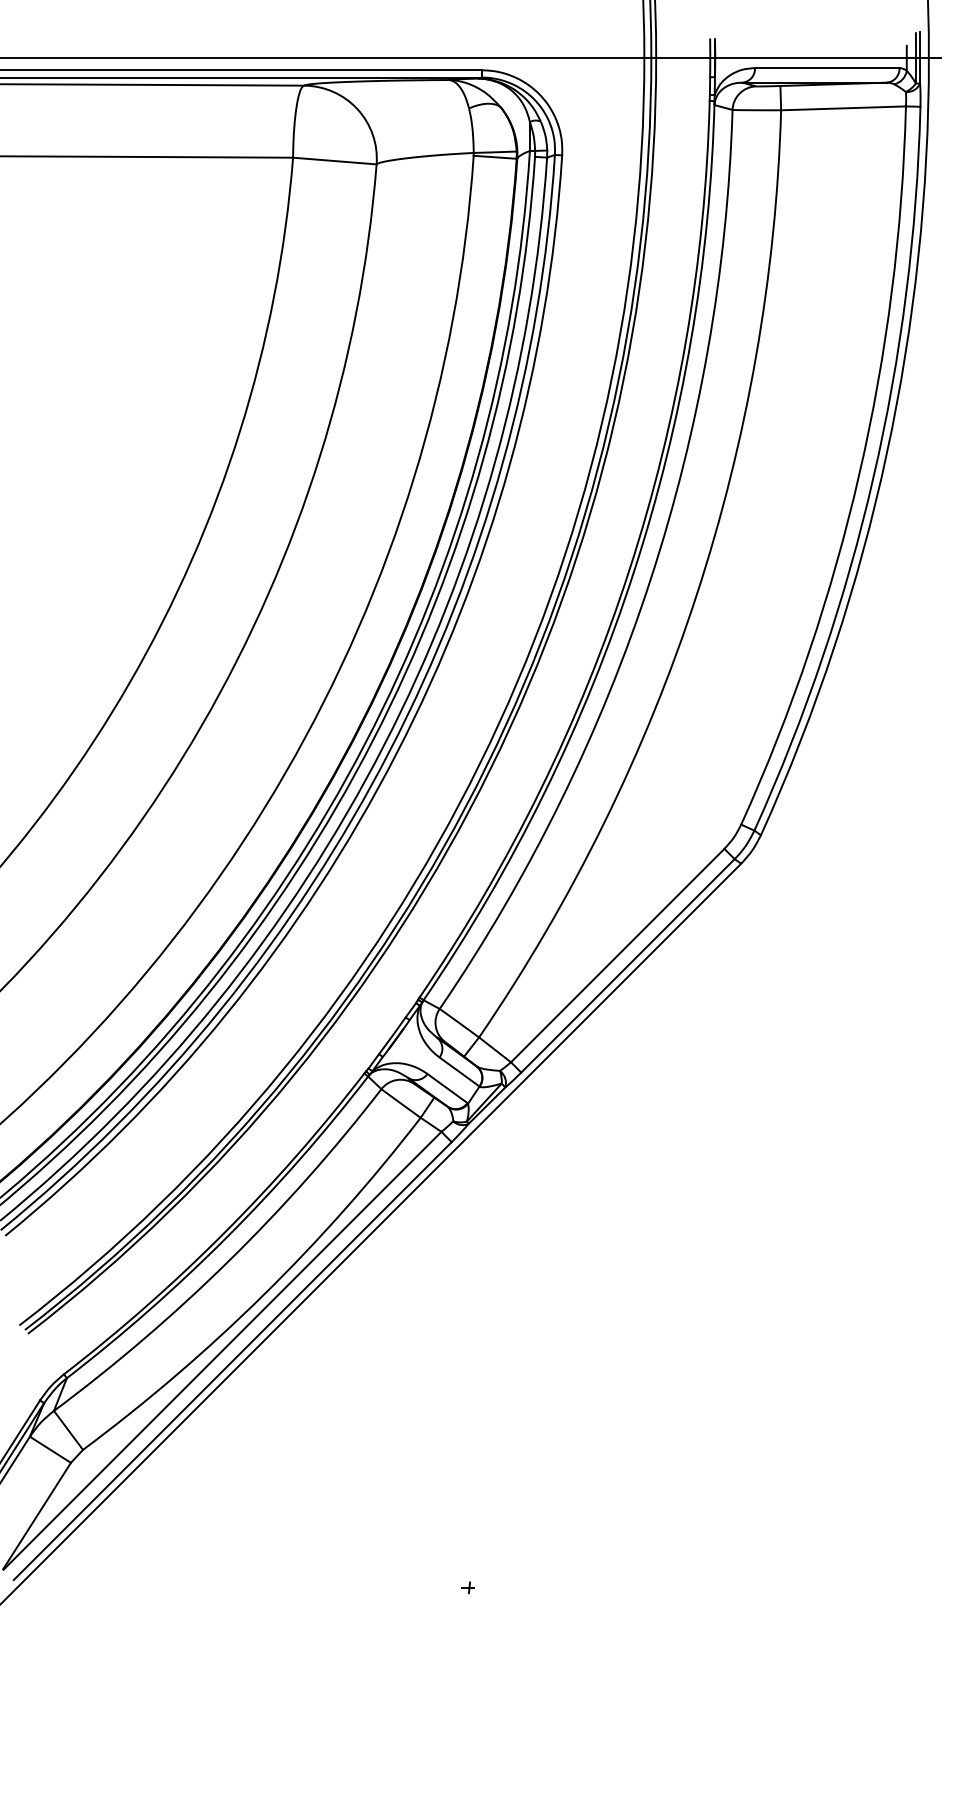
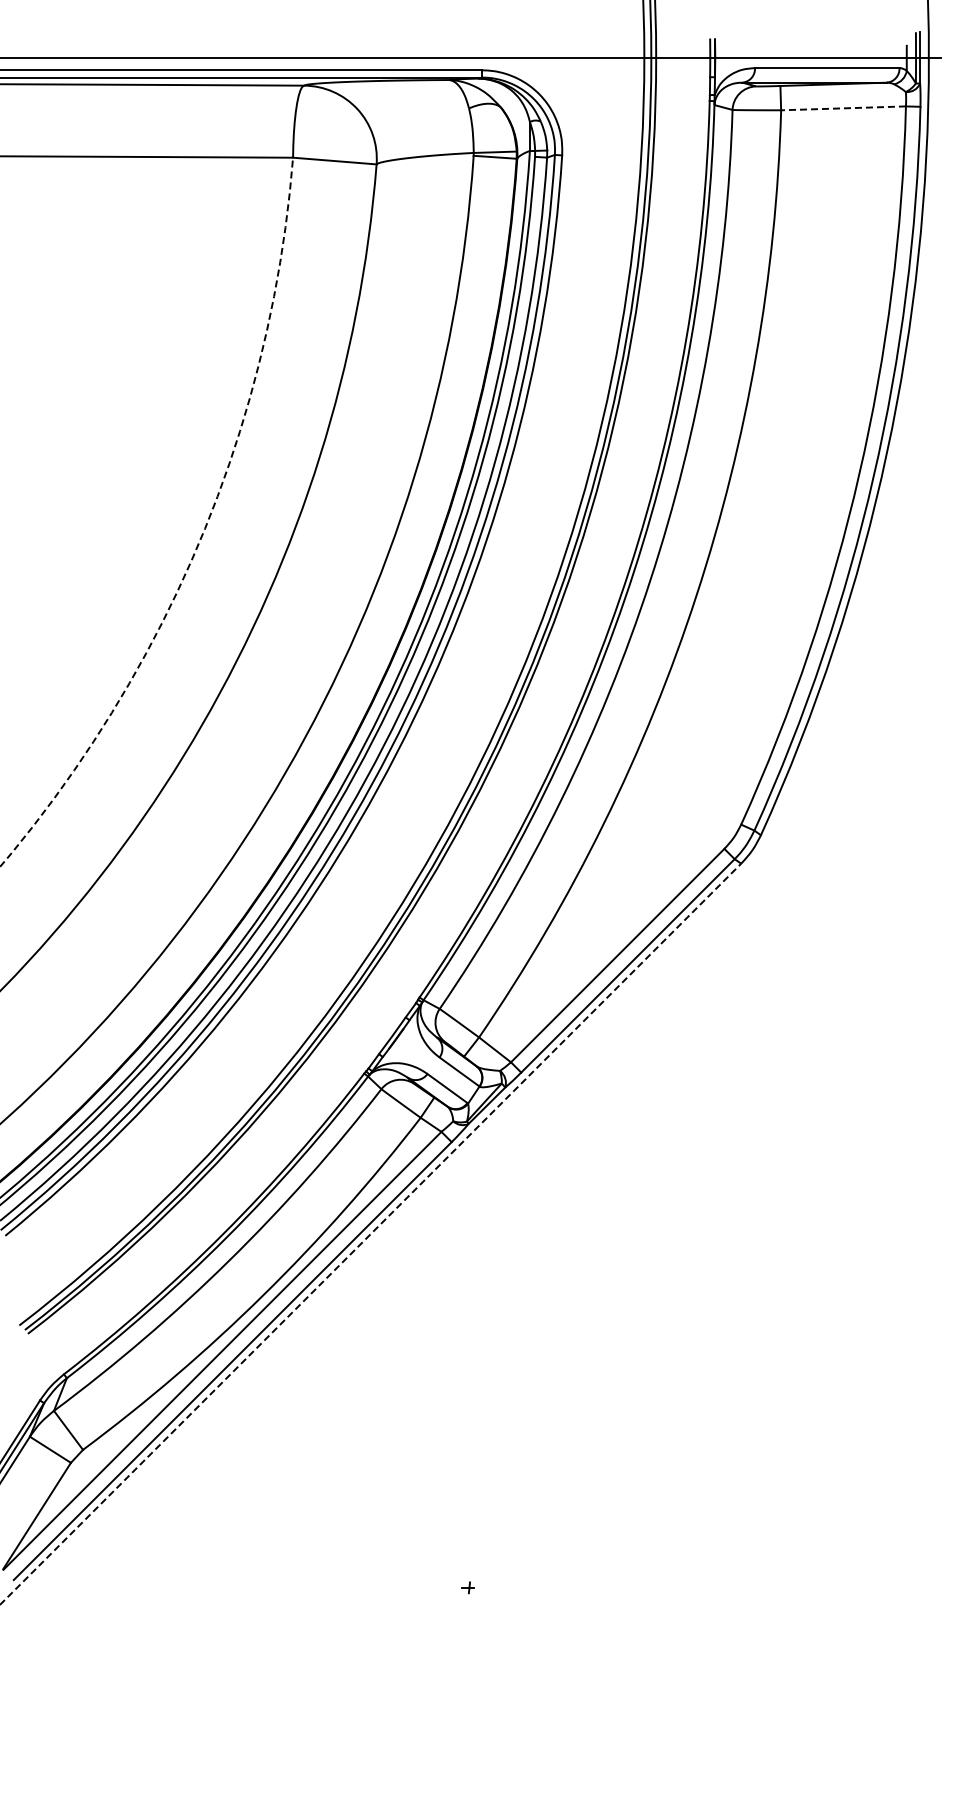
line at (843, 108): solid -> dashed
arc at (202, 535): solid -> dashed
line at (370, 1234): solid -> dashed
